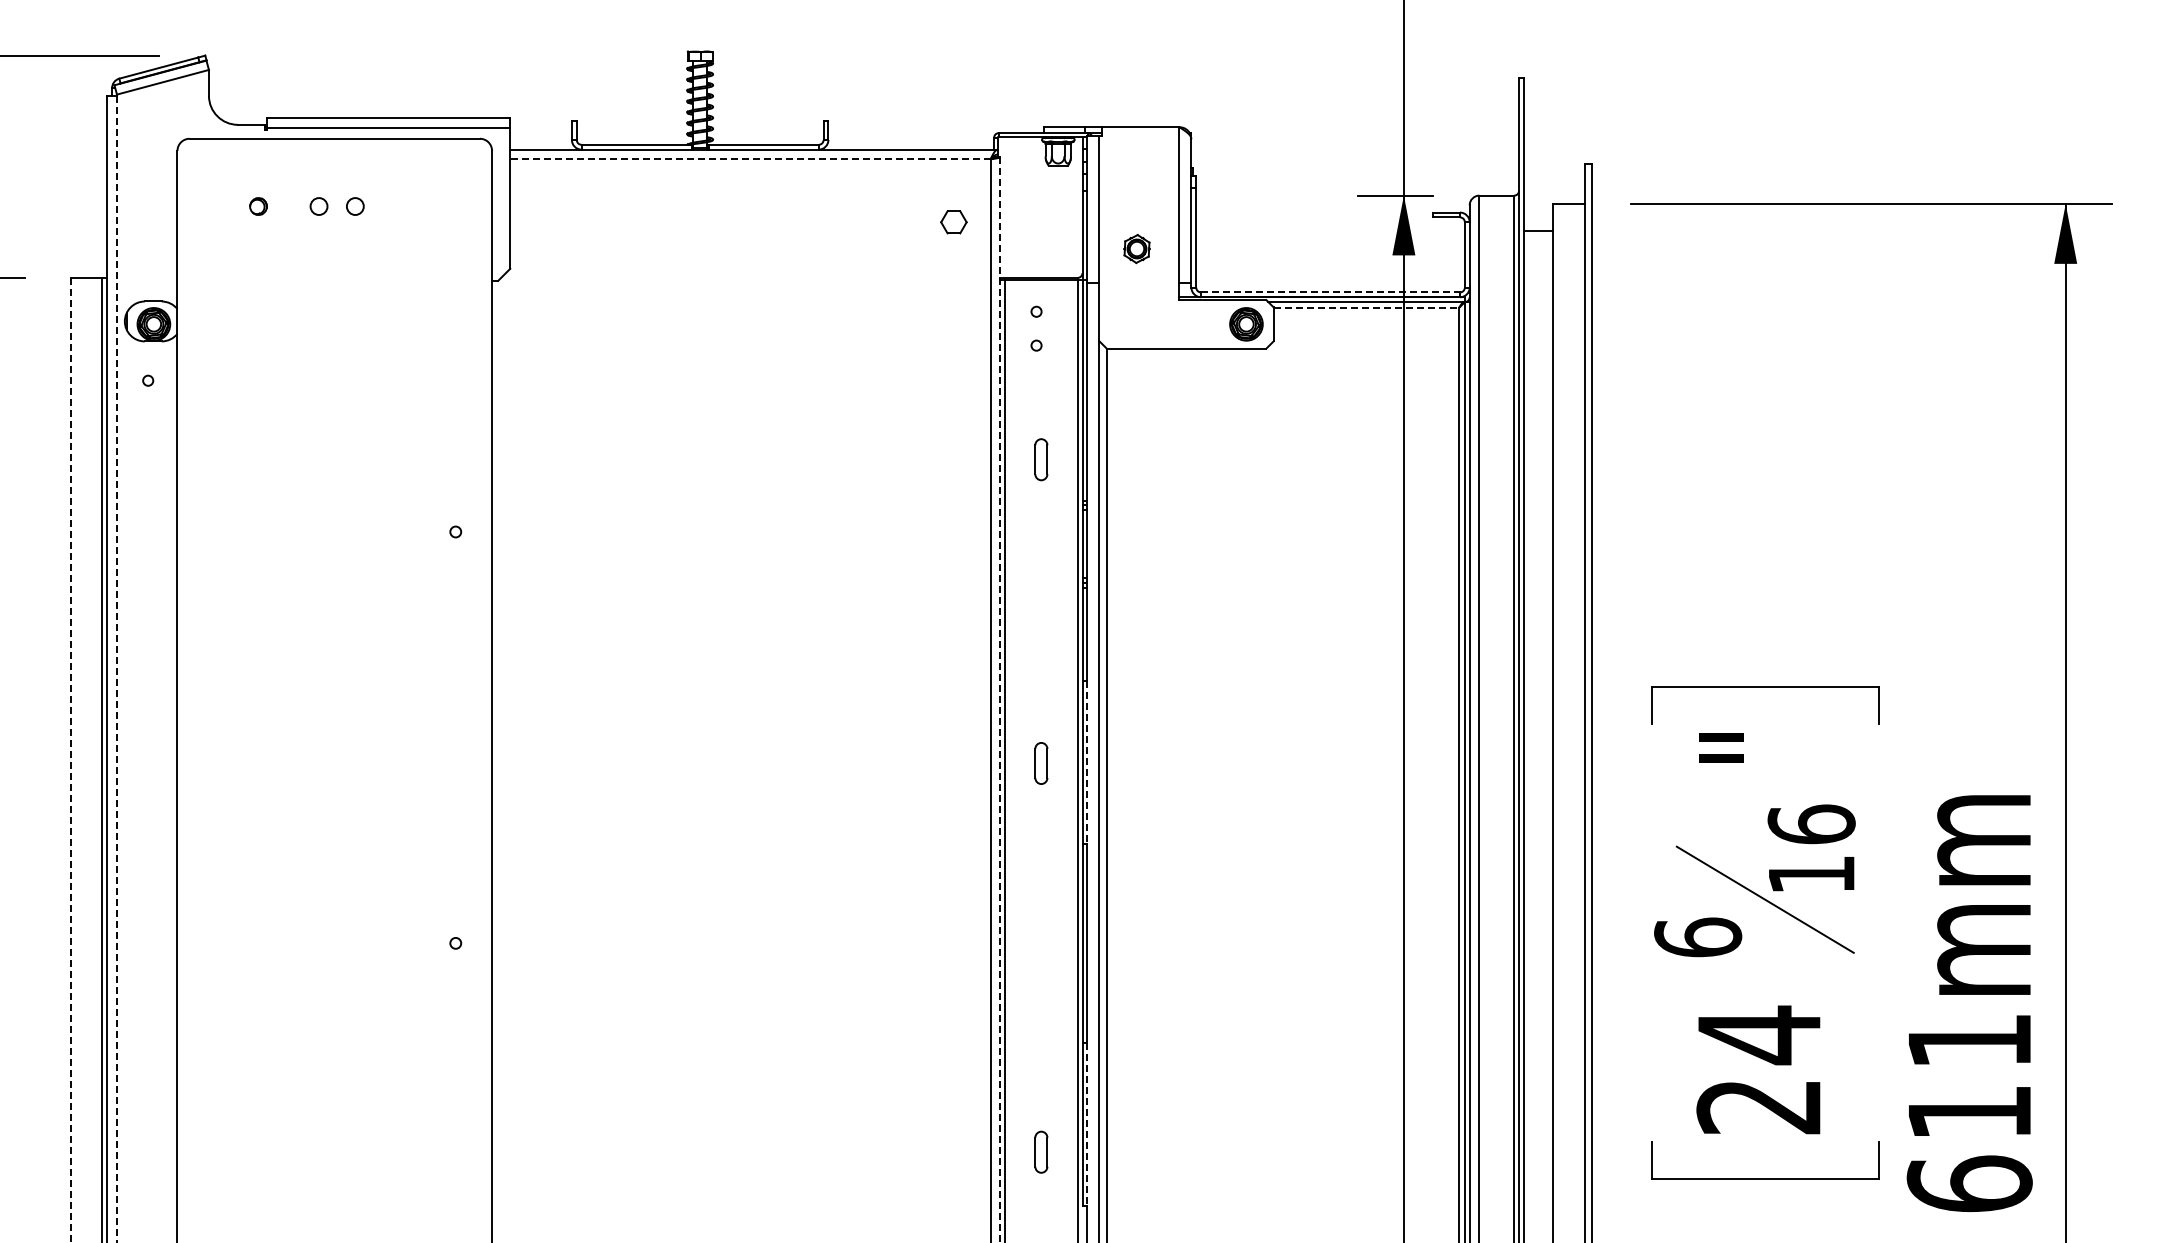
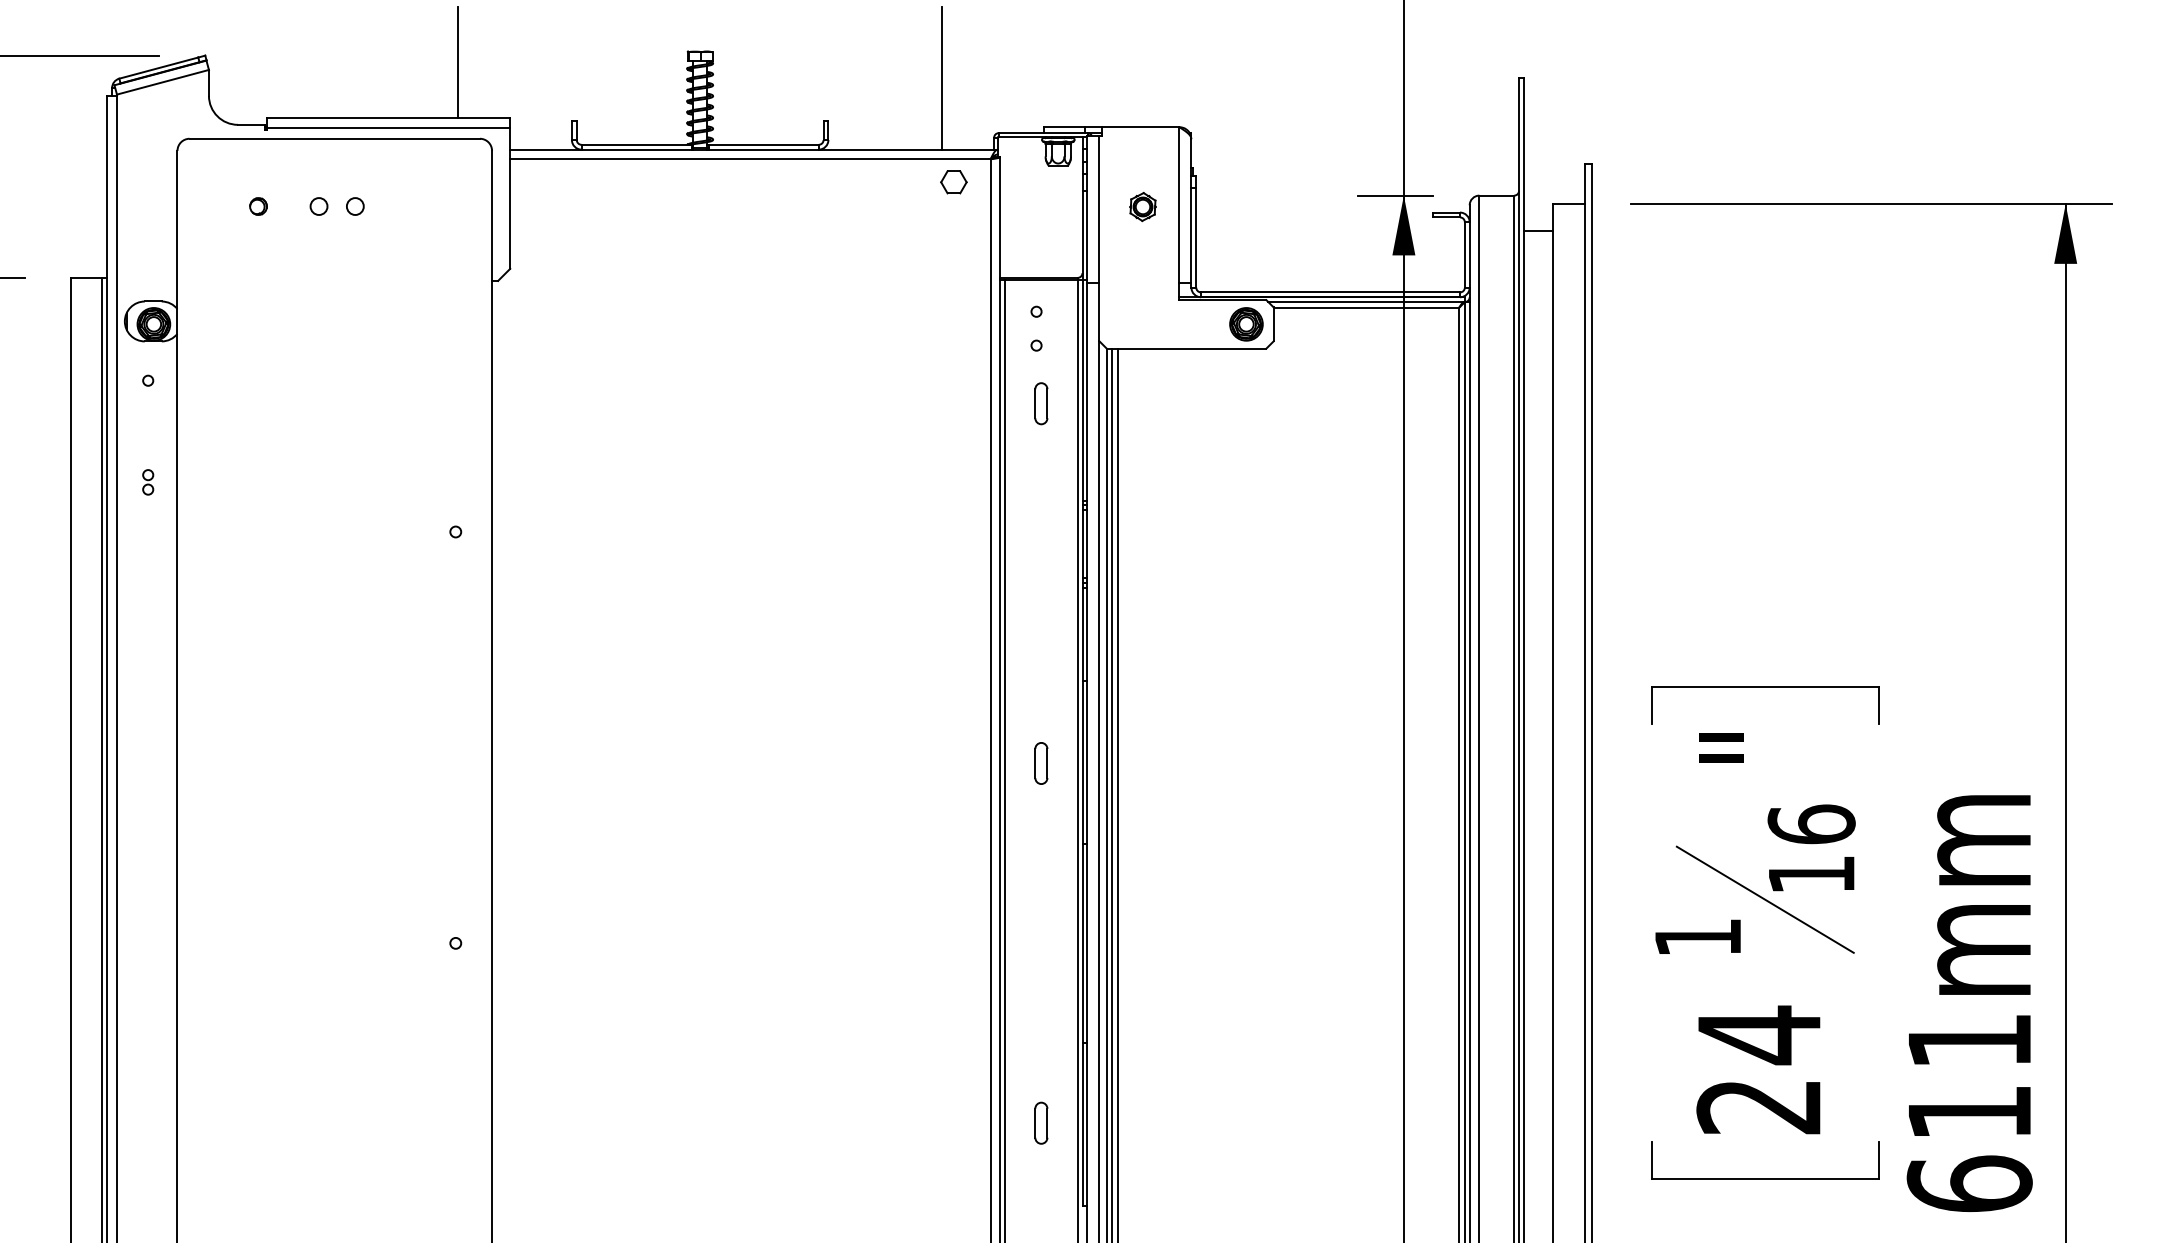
line at (458, 62): none -> present
line at (942, 77): none -> present
line at (749, 159): dashed -> solid
part at (953, 222) position: (953, 222) -> (953, 182)
part at (1136, 249) position: (1136, 249) -> (1142, 207)
line at (1331, 292): dashed -> solid
line at (1366, 308): dashed -> solid
part at (1041, 459) position: (1041, 459) -> (1041, 403)
part at (148, 482): none -> present
line at (117, 669): dashed -> solid
line at (1000, 699): dashed -> solid
line at (71, 760): dashed -> solid
line at (1087, 762): dashed -> solid
line at (1111, 793): none -> present
line at (1117, 793): none -> present
text at (1698, 937): 6 -> 1
line at (1087, 1124): dashed -> solid
part at (1041, 1151) position: (1041, 1151) -> (1041, 1122)
